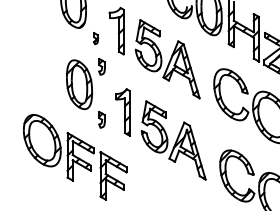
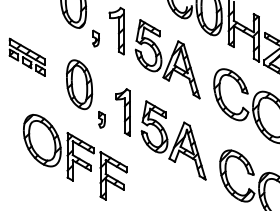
part at (96, 38) size: 7x13 px -> 8x19 px
part at (26, 56): none -> present
part at (101, 66): present -> none
